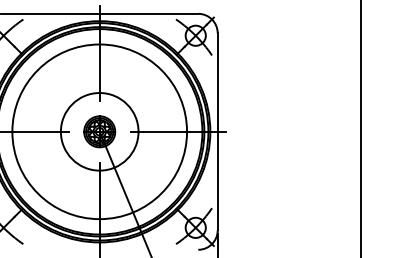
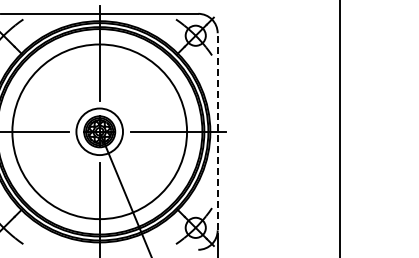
line at (360, 128) position: (360, 128) -> (339, 128)
circle at (99, 131) diameter: 78 px -> 47 px
line at (217, 131): solid -> dashed
